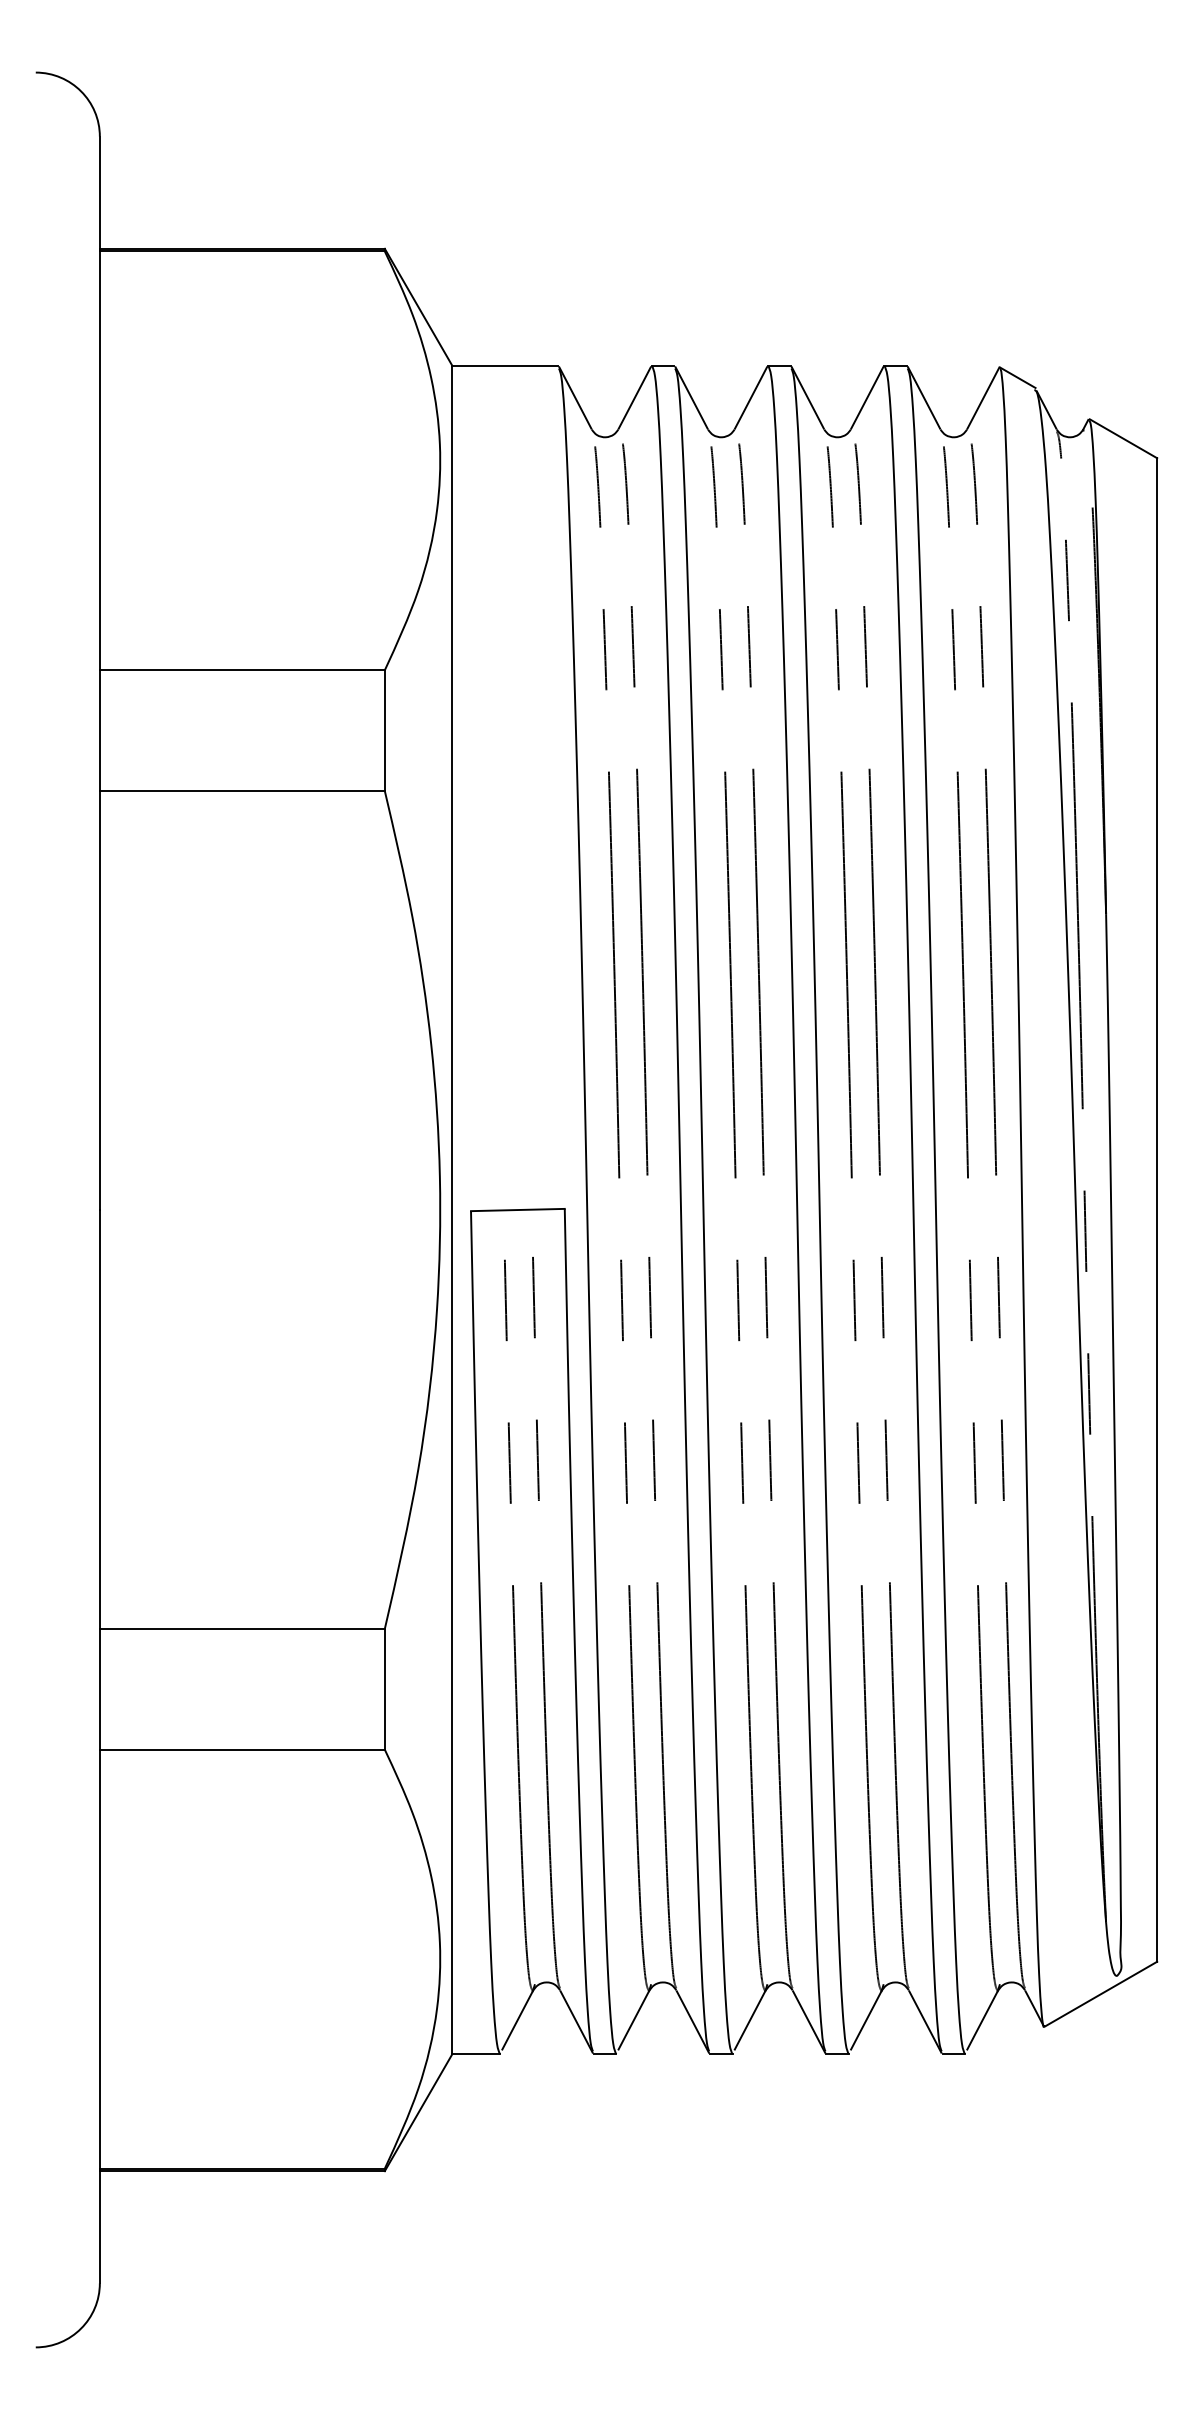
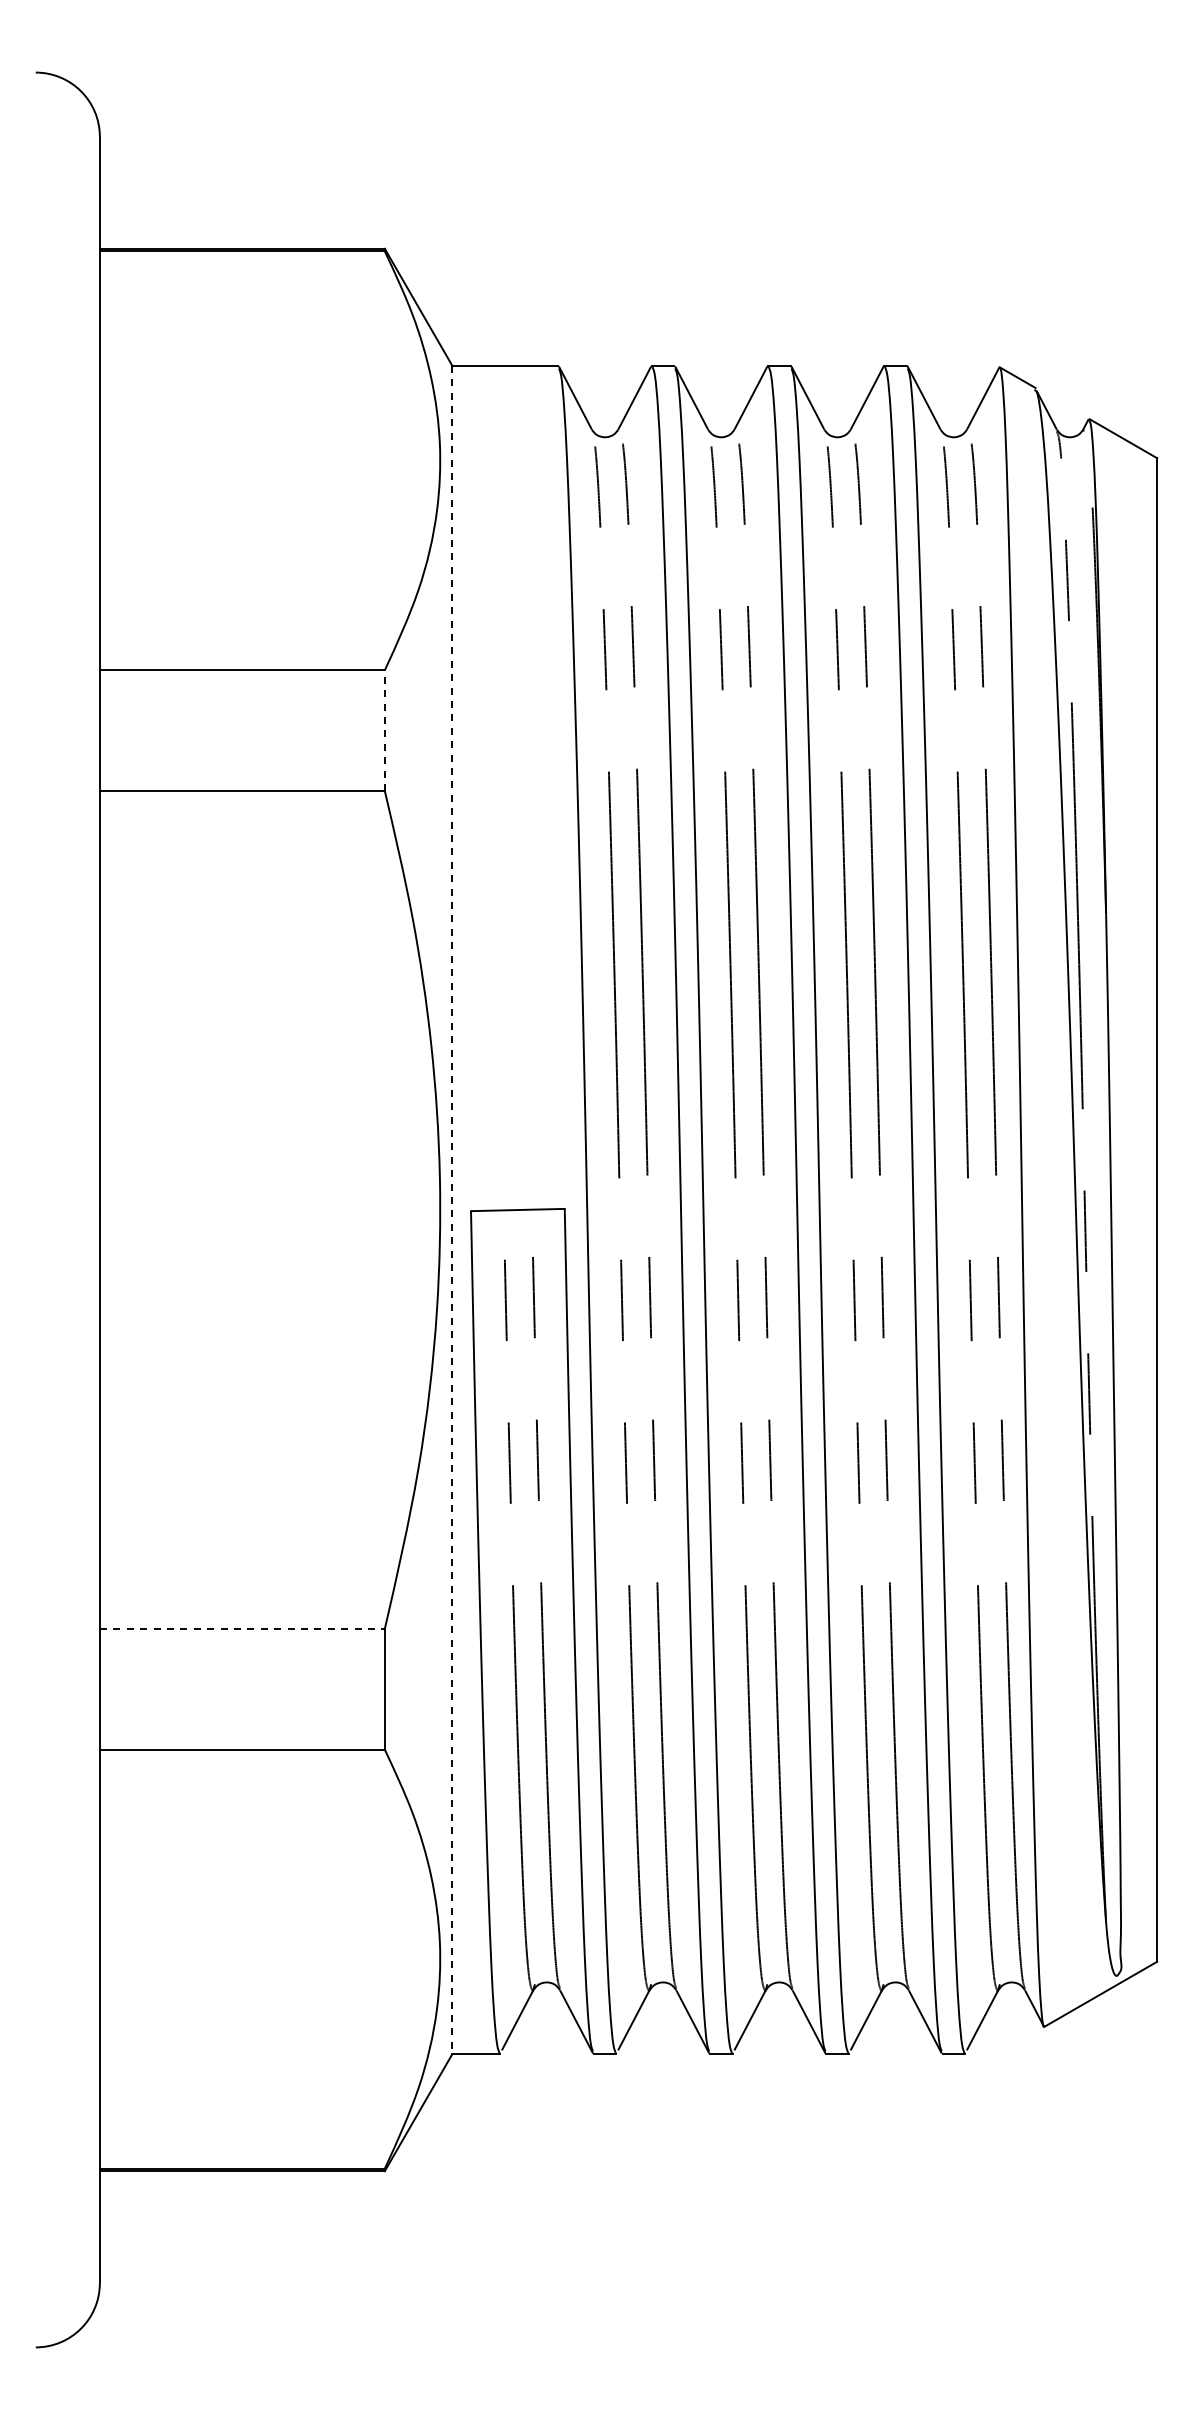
line at (384, 730): solid -> dashed
line at (452, 1210): solid -> dashed
line at (242, 1628): solid -> dashed
